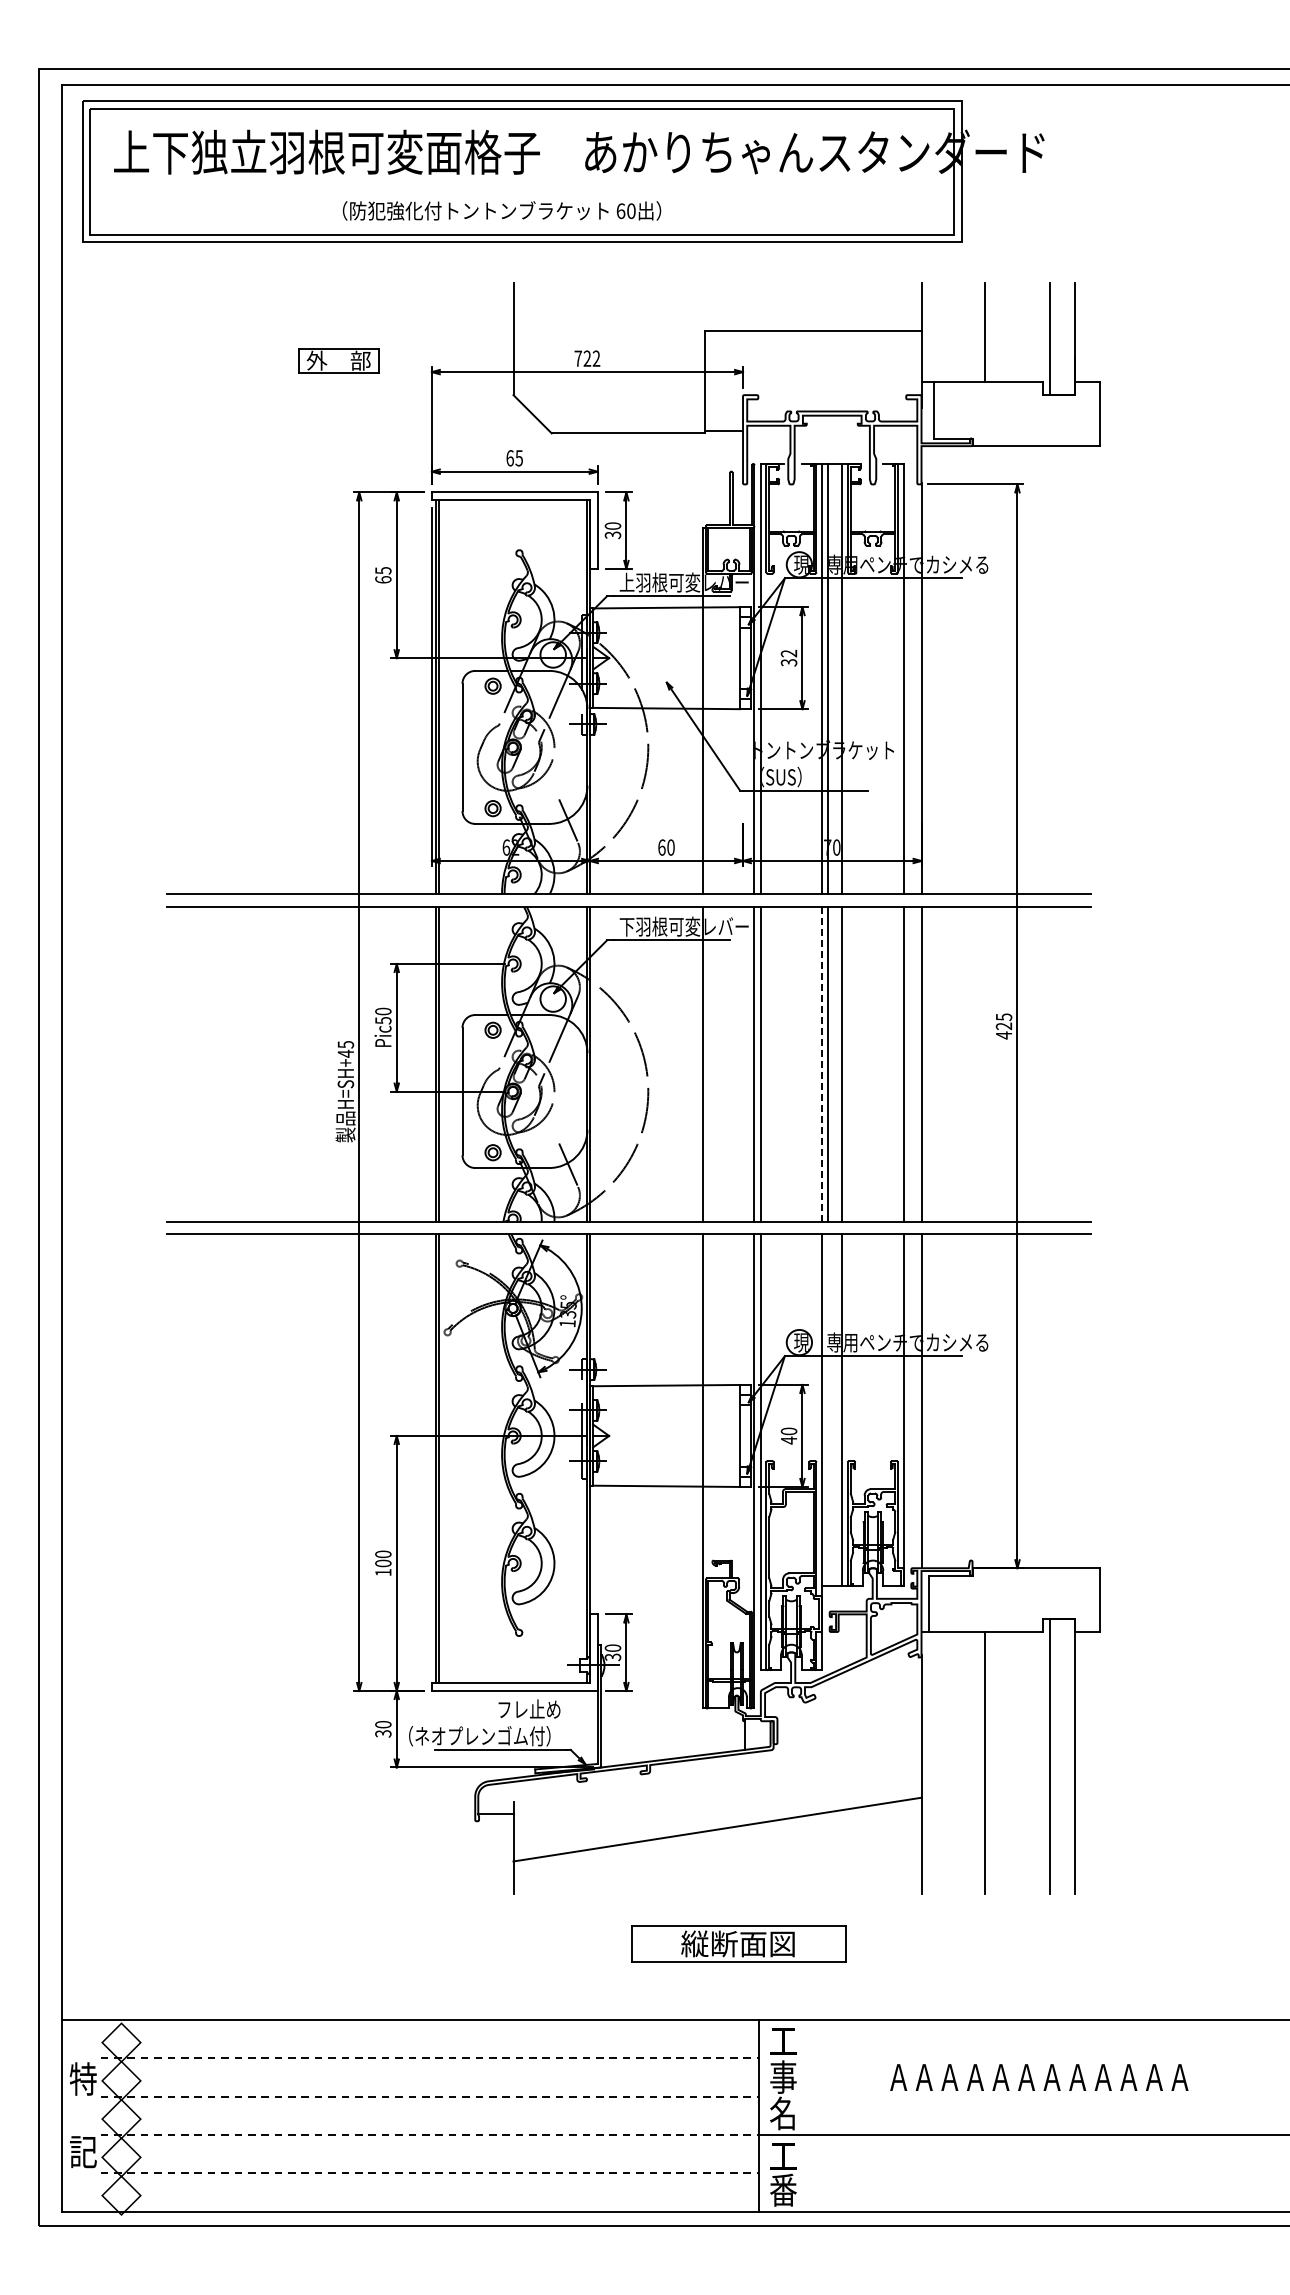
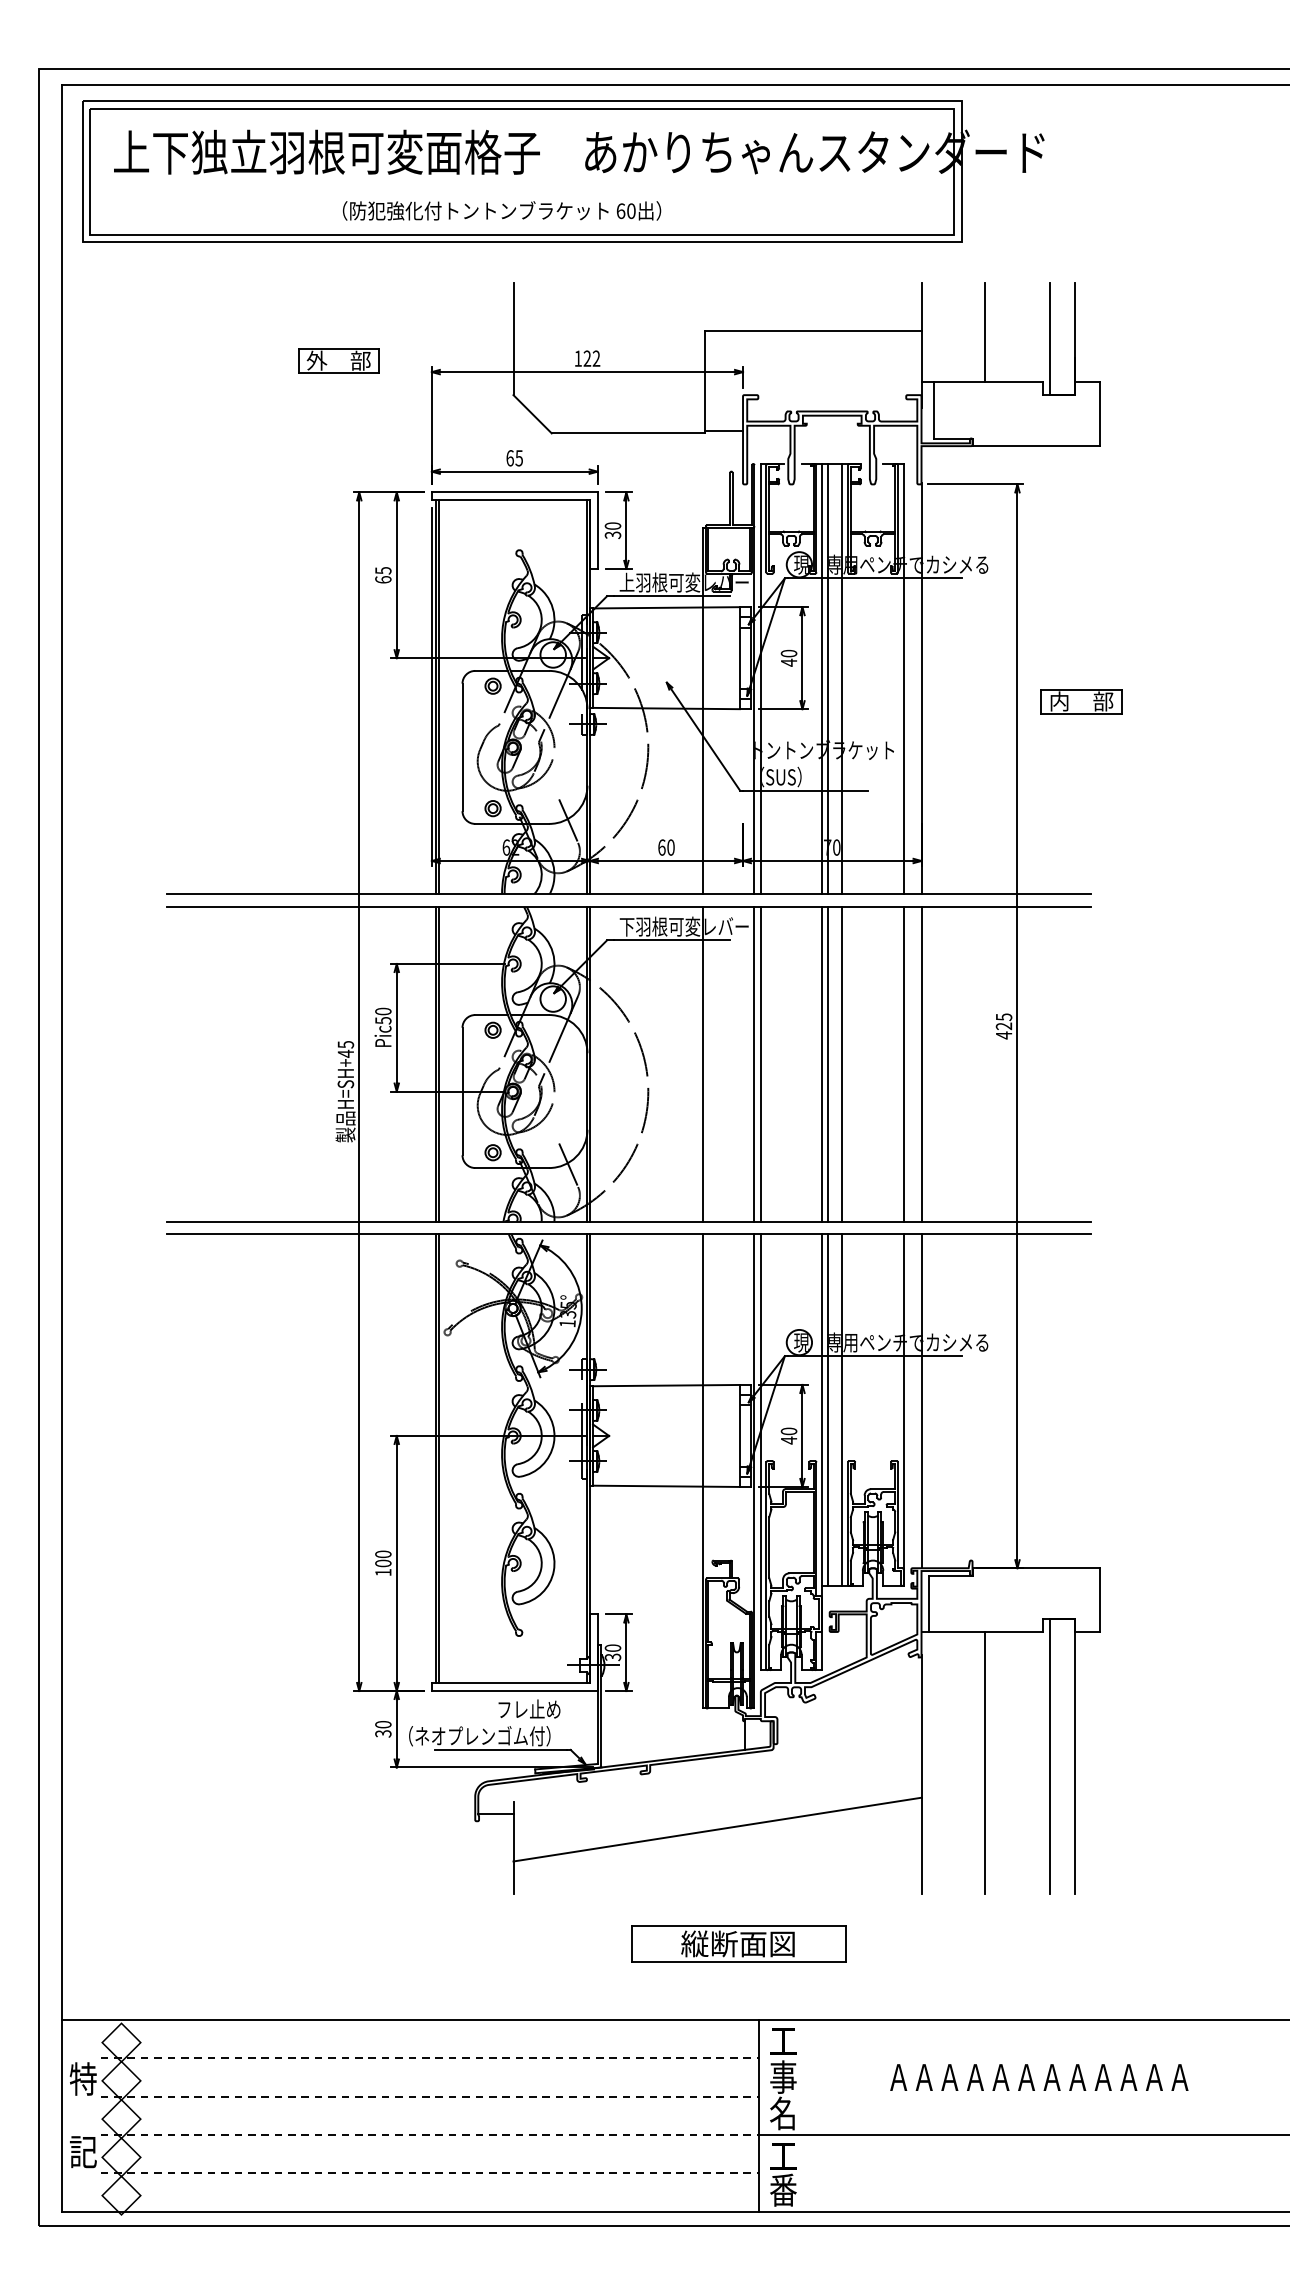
text at (578, 358): 722 -> 122
text at (788, 657): 32 -> 40
part at (1081, 701): none -> present
line at (822, 1064): dashed -> solid
line at (828, 1410): none -> present
